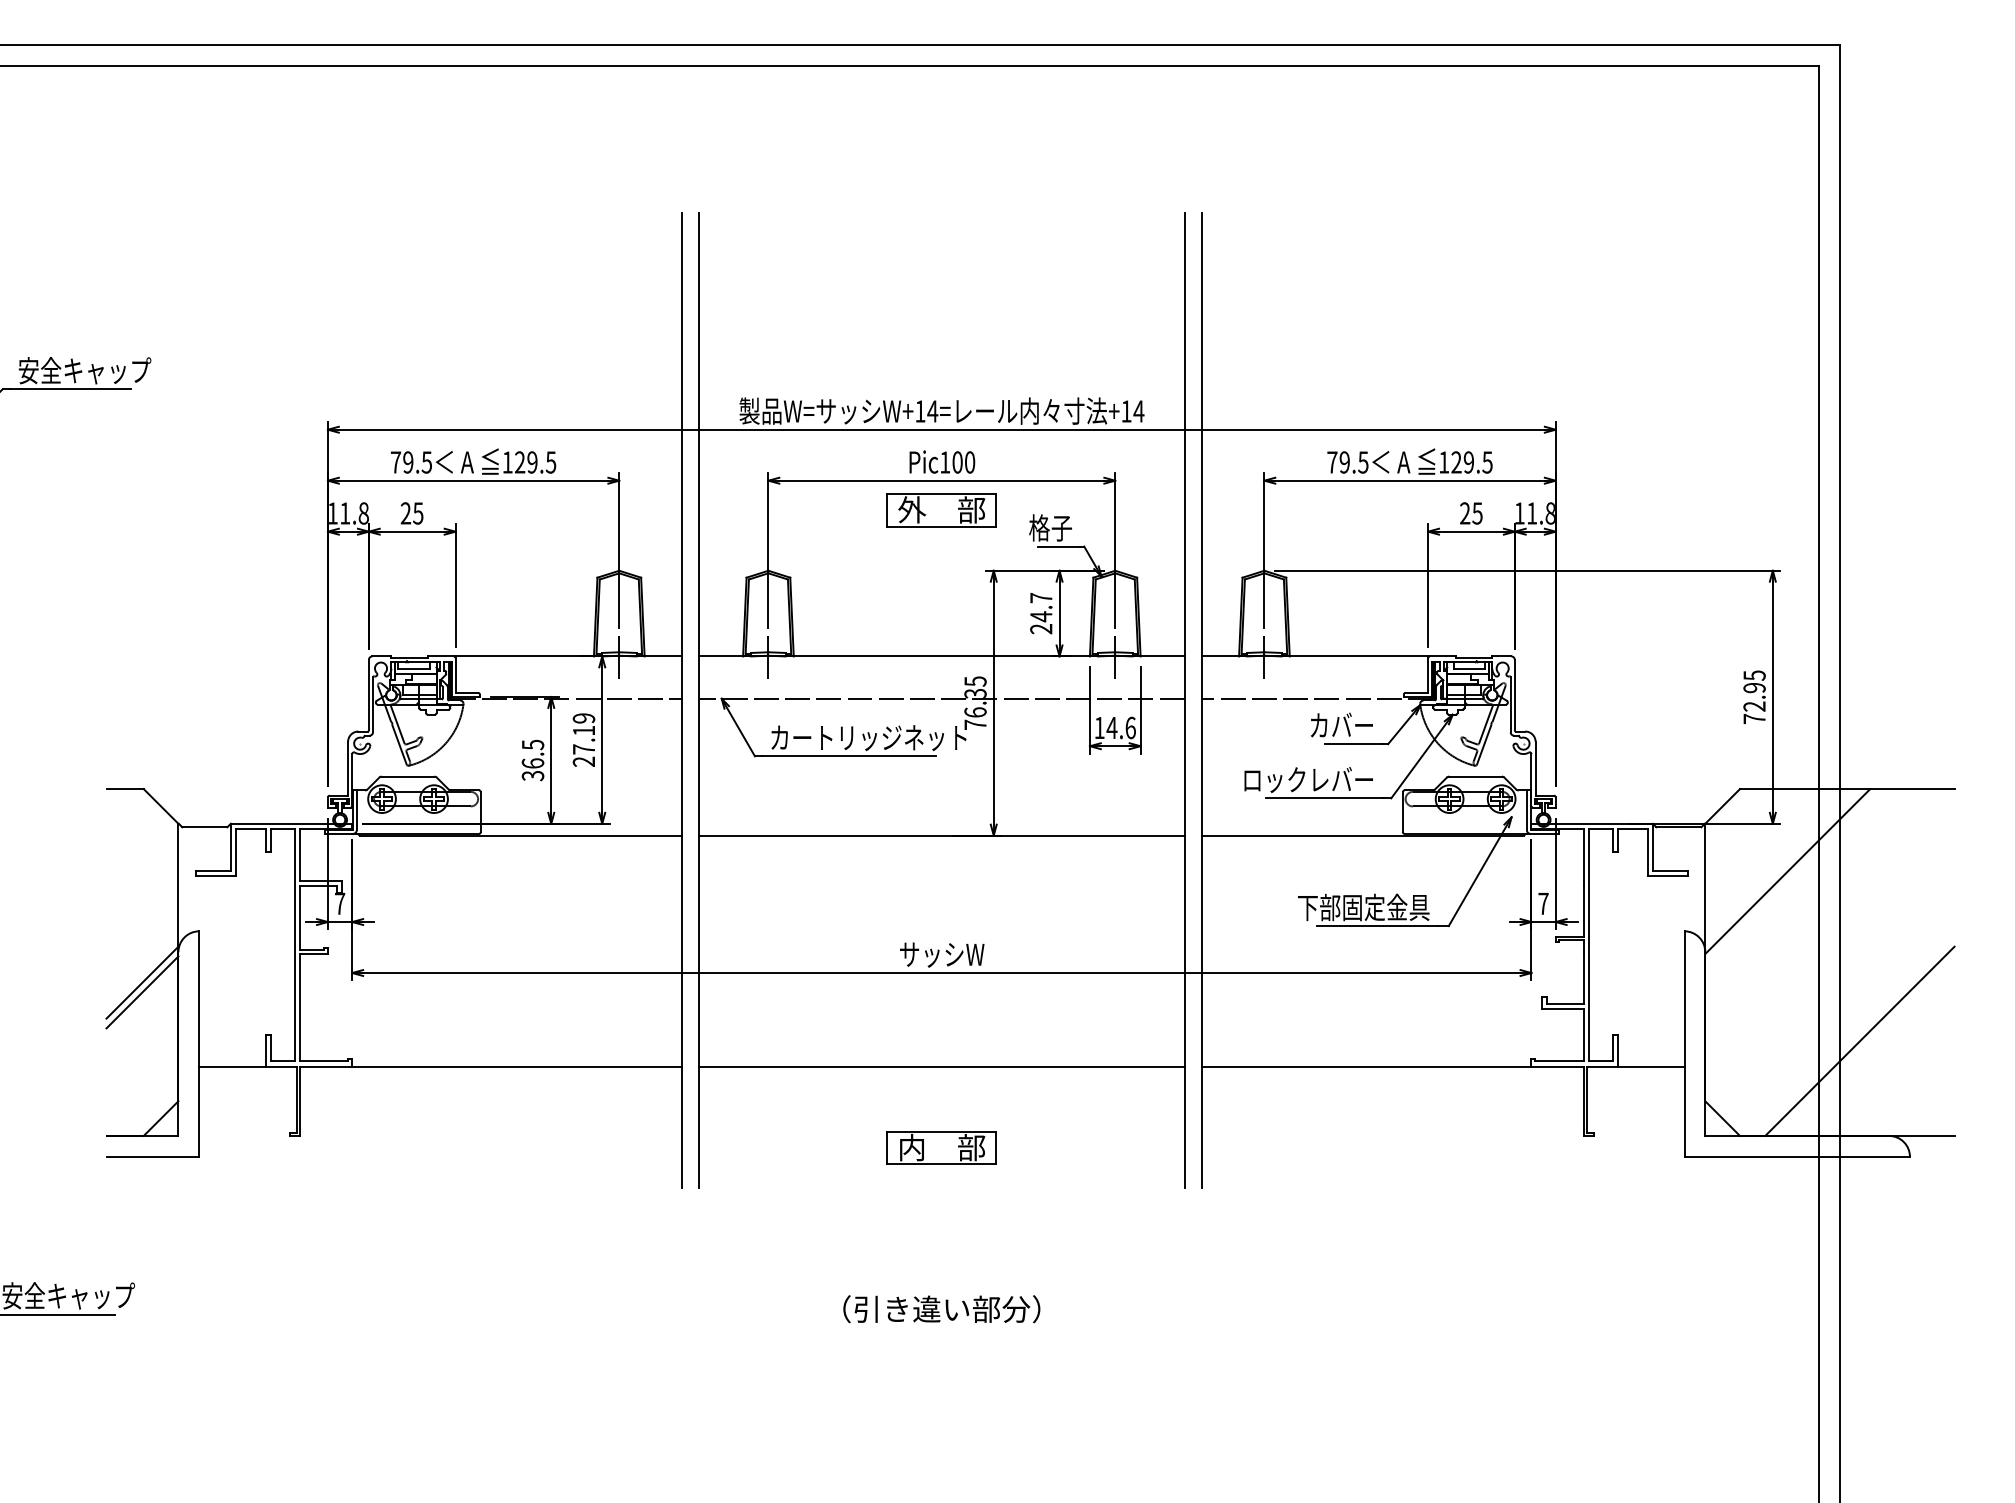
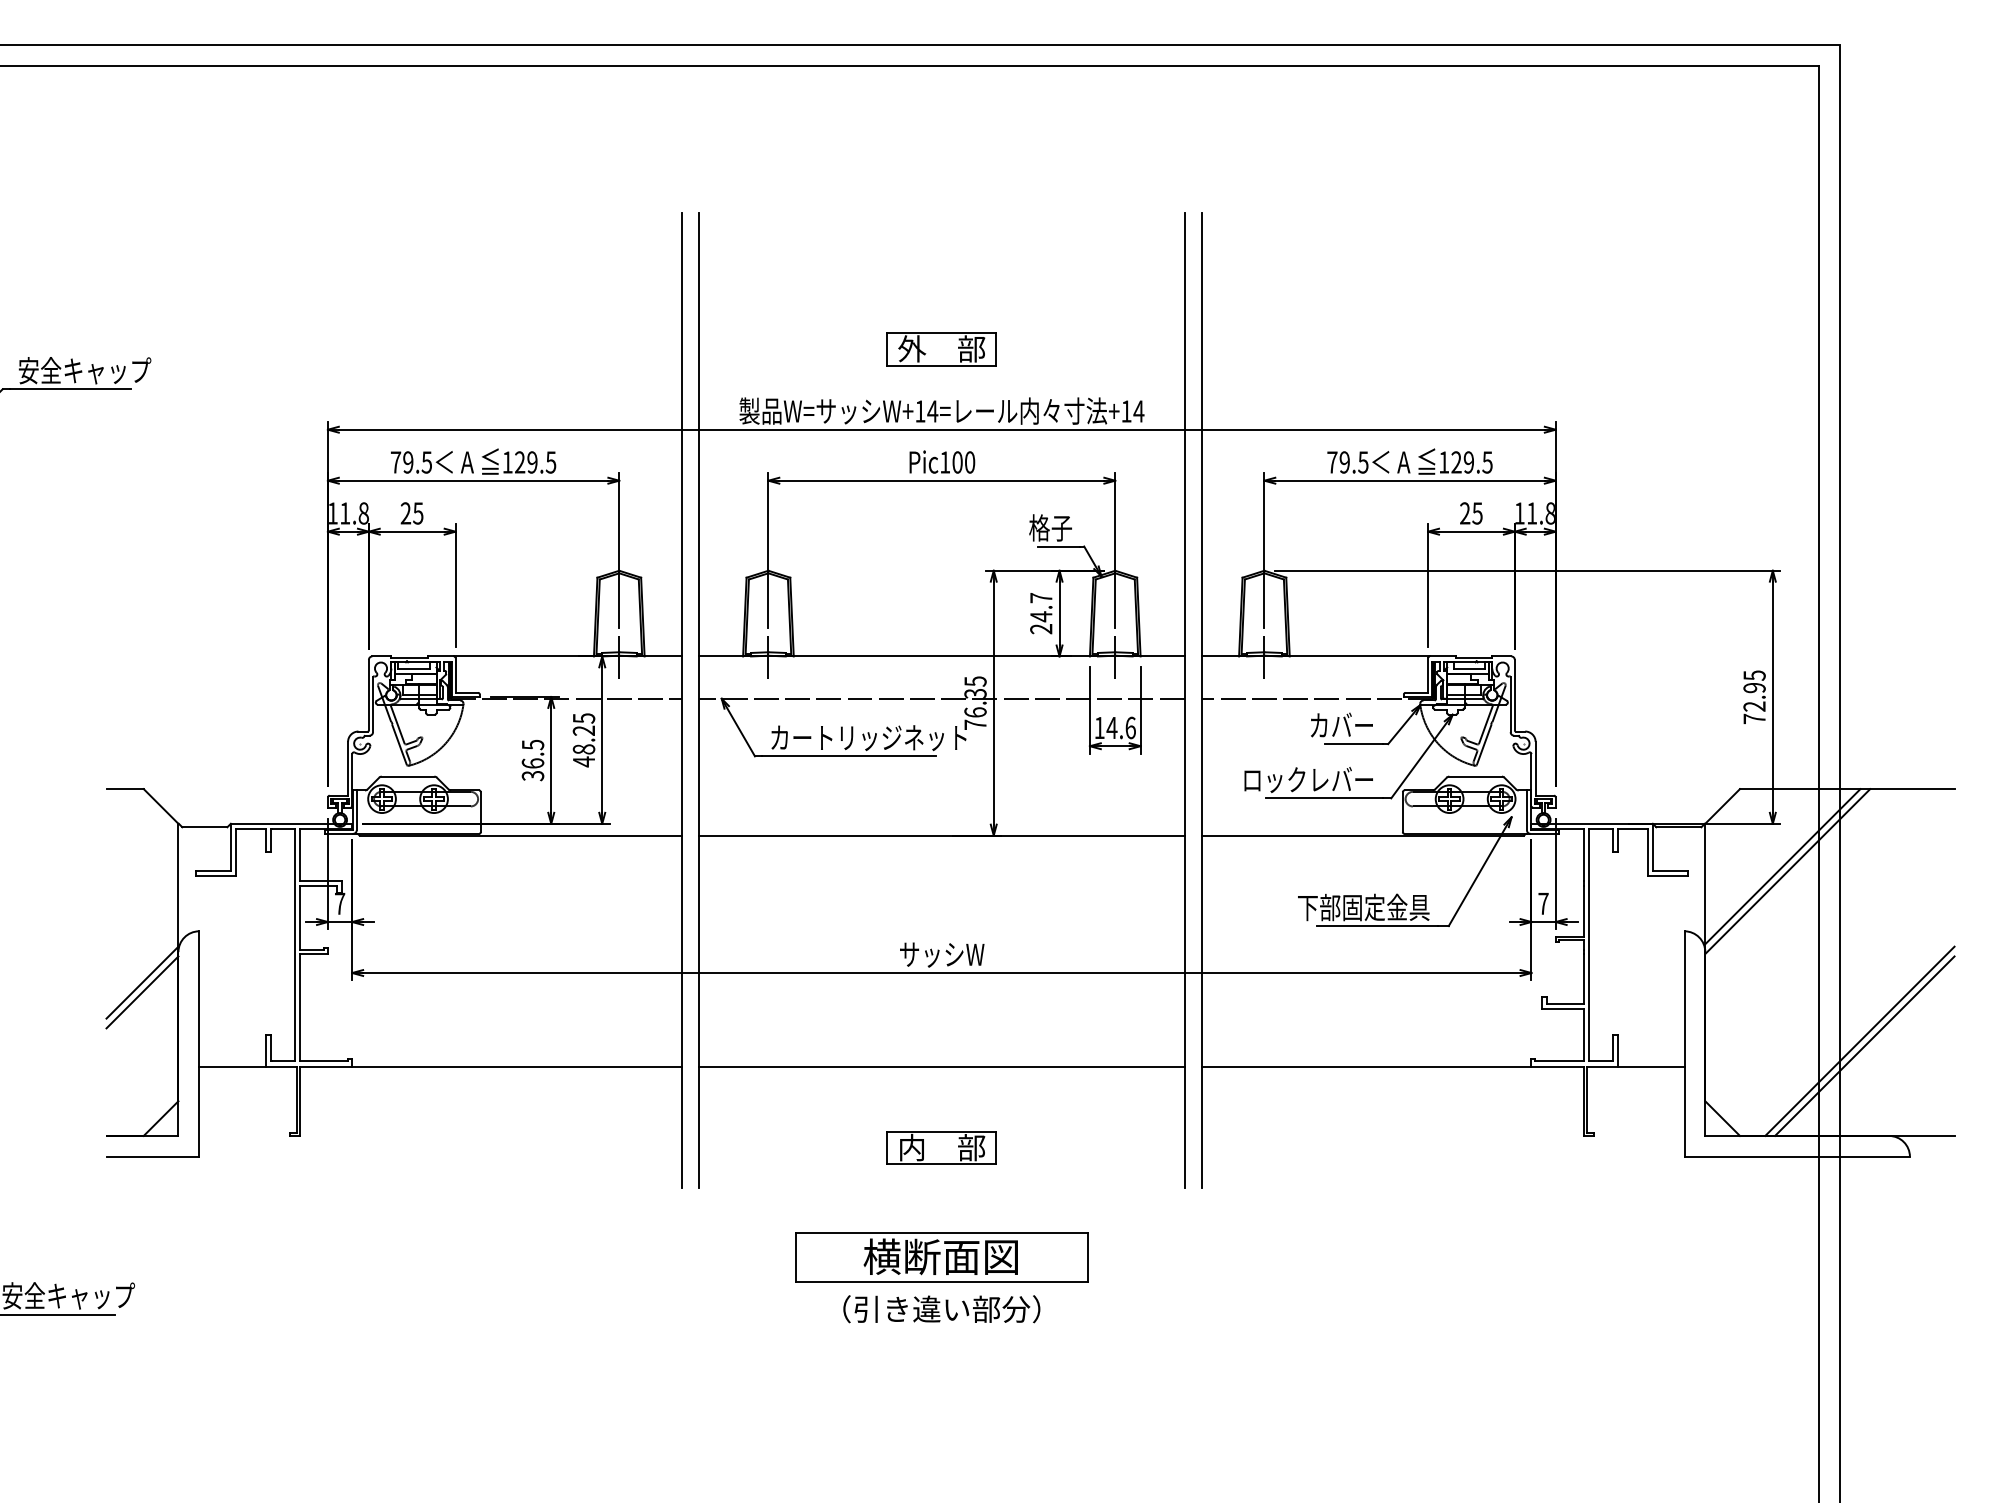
part at (941, 510) position: (941, 510) -> (941, 349)
text at (583, 740): 27.19 -> 48.25
line at (1782, 866): none -> present
line at (1864, 1045): none -> present
part at (941, 1257): none -> present
